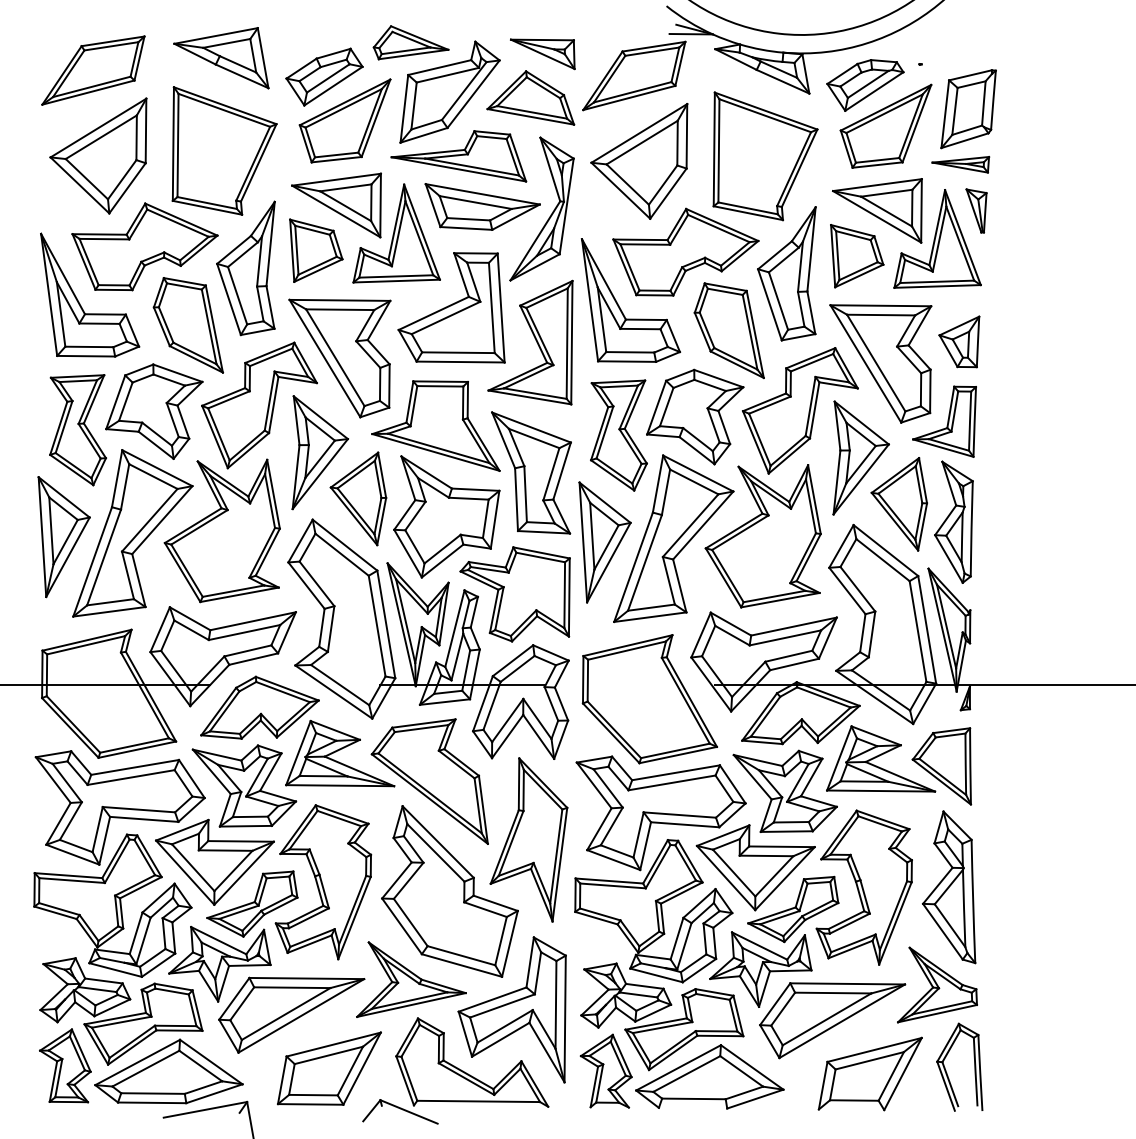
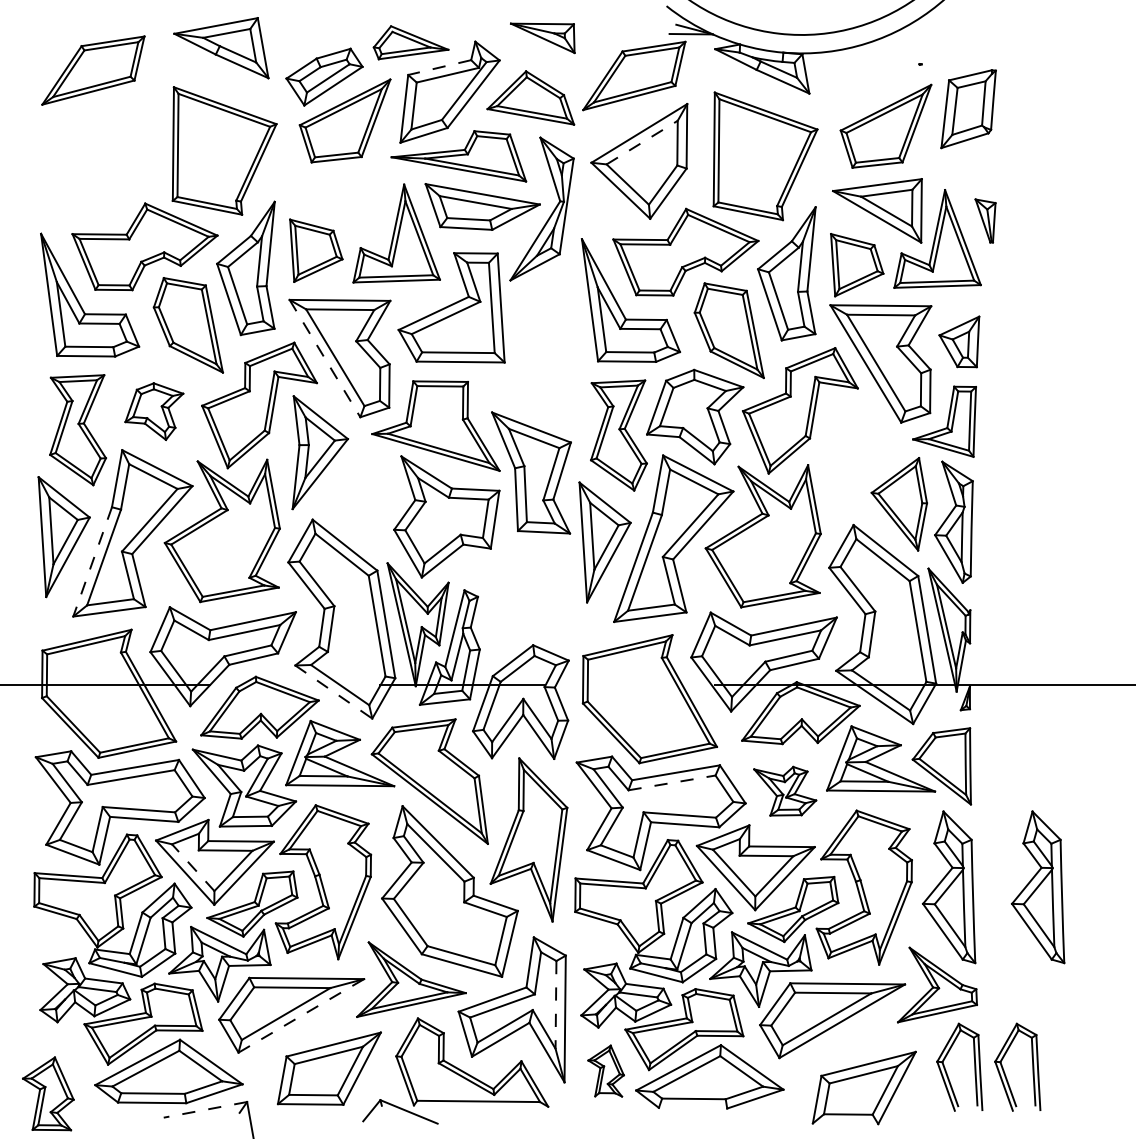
part at (542, 54) position: (542, 54) -> (542, 38)
part at (221, 58) position: (221, 58) -> (221, 48)
line at (439, 67): solid -> dashed
part at (865, 85): present -> none
line at (642, 142): solid -> dashed
part at (98, 155): present -> none
part at (960, 164): present -> none
part at (336, 205): present -> none
part at (976, 210) position: (976, 210) -> (985, 220)
part at (857, 256) position: (857, 256) -> (857, 265)
part at (530, 342): present -> none
line at (324, 358): solid -> dashed
part at (154, 411) size: 99x97 px -> 61x59 px
part at (860, 457): present -> none
part at (358, 498): present -> none
line at (92, 561): solid -> dashed
part at (514, 594): present -> none
line at (333, 692): solid -> dashed
line at (672, 782): solid -> dashed
part at (784, 790) size: 106x84 px -> 65x52 px
line at (193, 867): solid -> dashed
part at (1038, 887): none -> present
line at (556, 1004): solid -> dashed
line at (301, 1015): solid -> dashed
part at (65, 1065) position: (65, 1065) -> (48, 1093)
part at (605, 1070) size: 54x76 px -> 38x54 px
part at (1004, 1070): none -> present
part at (869, 1073) position: (869, 1073) -> (863, 1087)
line at (204, 1109): solid -> dashed
